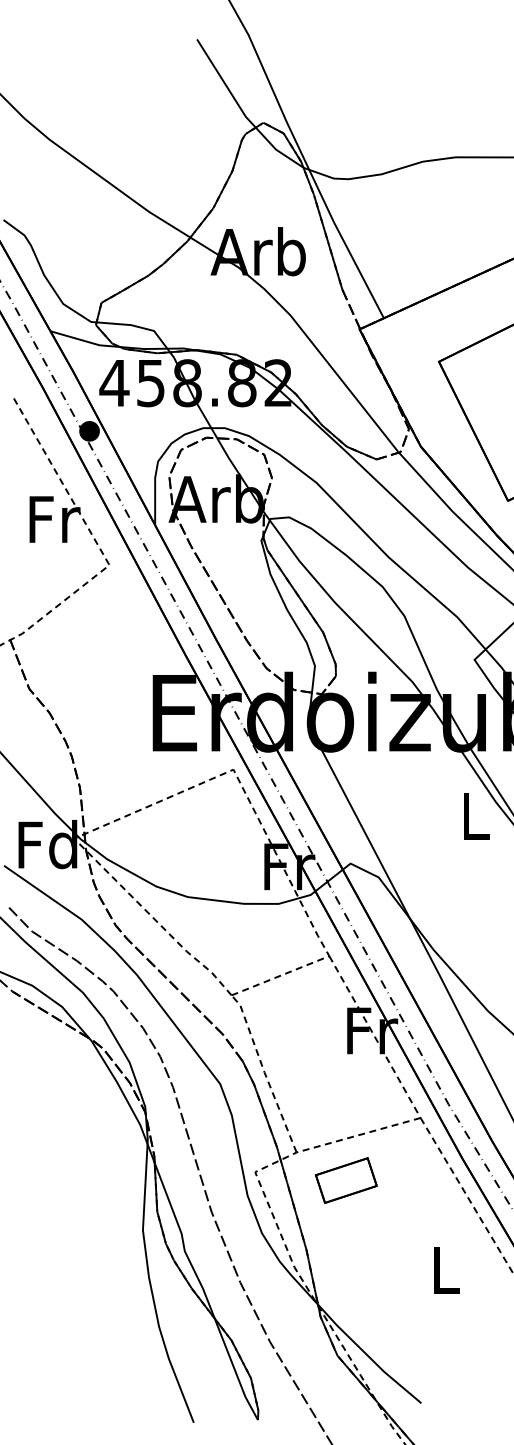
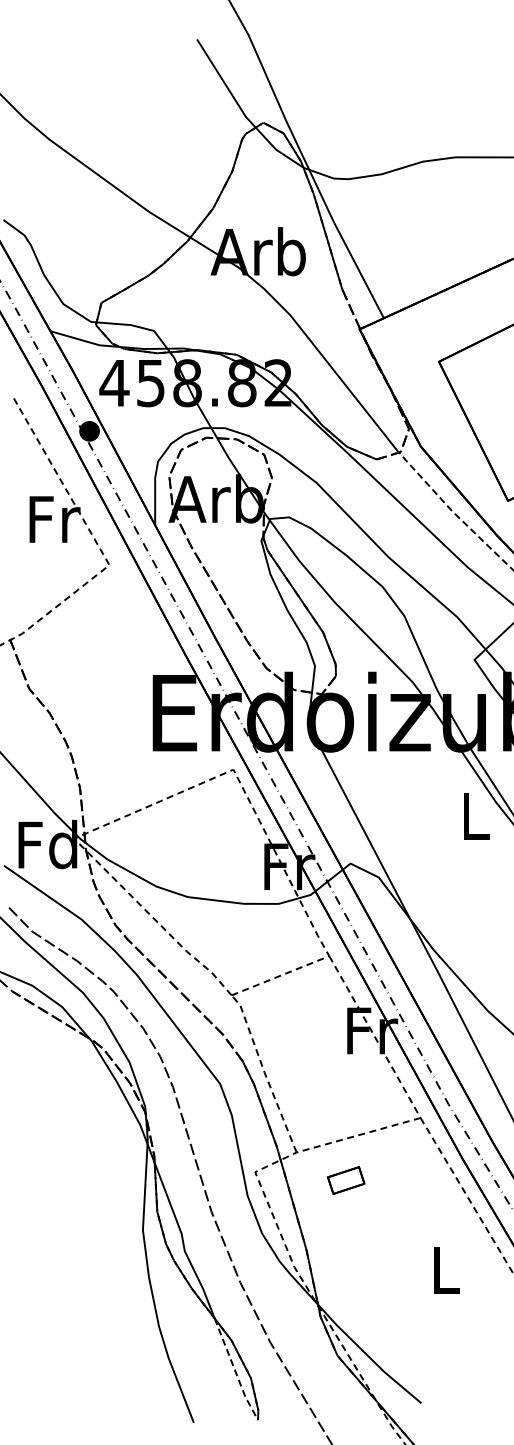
line at (453, 512): solid -> dashed
part at (345, 1180) size: 64x47 px -> 40x29 px
line at (235, 1370): solid -> dashed
